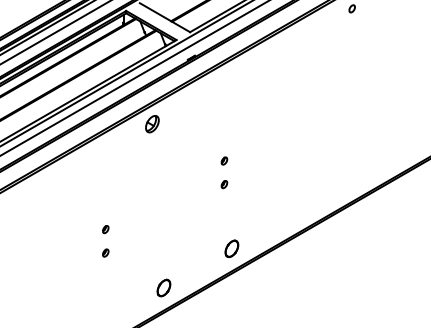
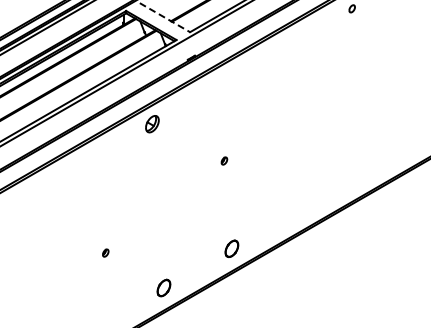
line at (165, 17): solid -> dashed
line at (55, 32): present -> none
line at (134, 78): present -> none
part at (224, 184): present -> none
part at (105, 229): present -> none
